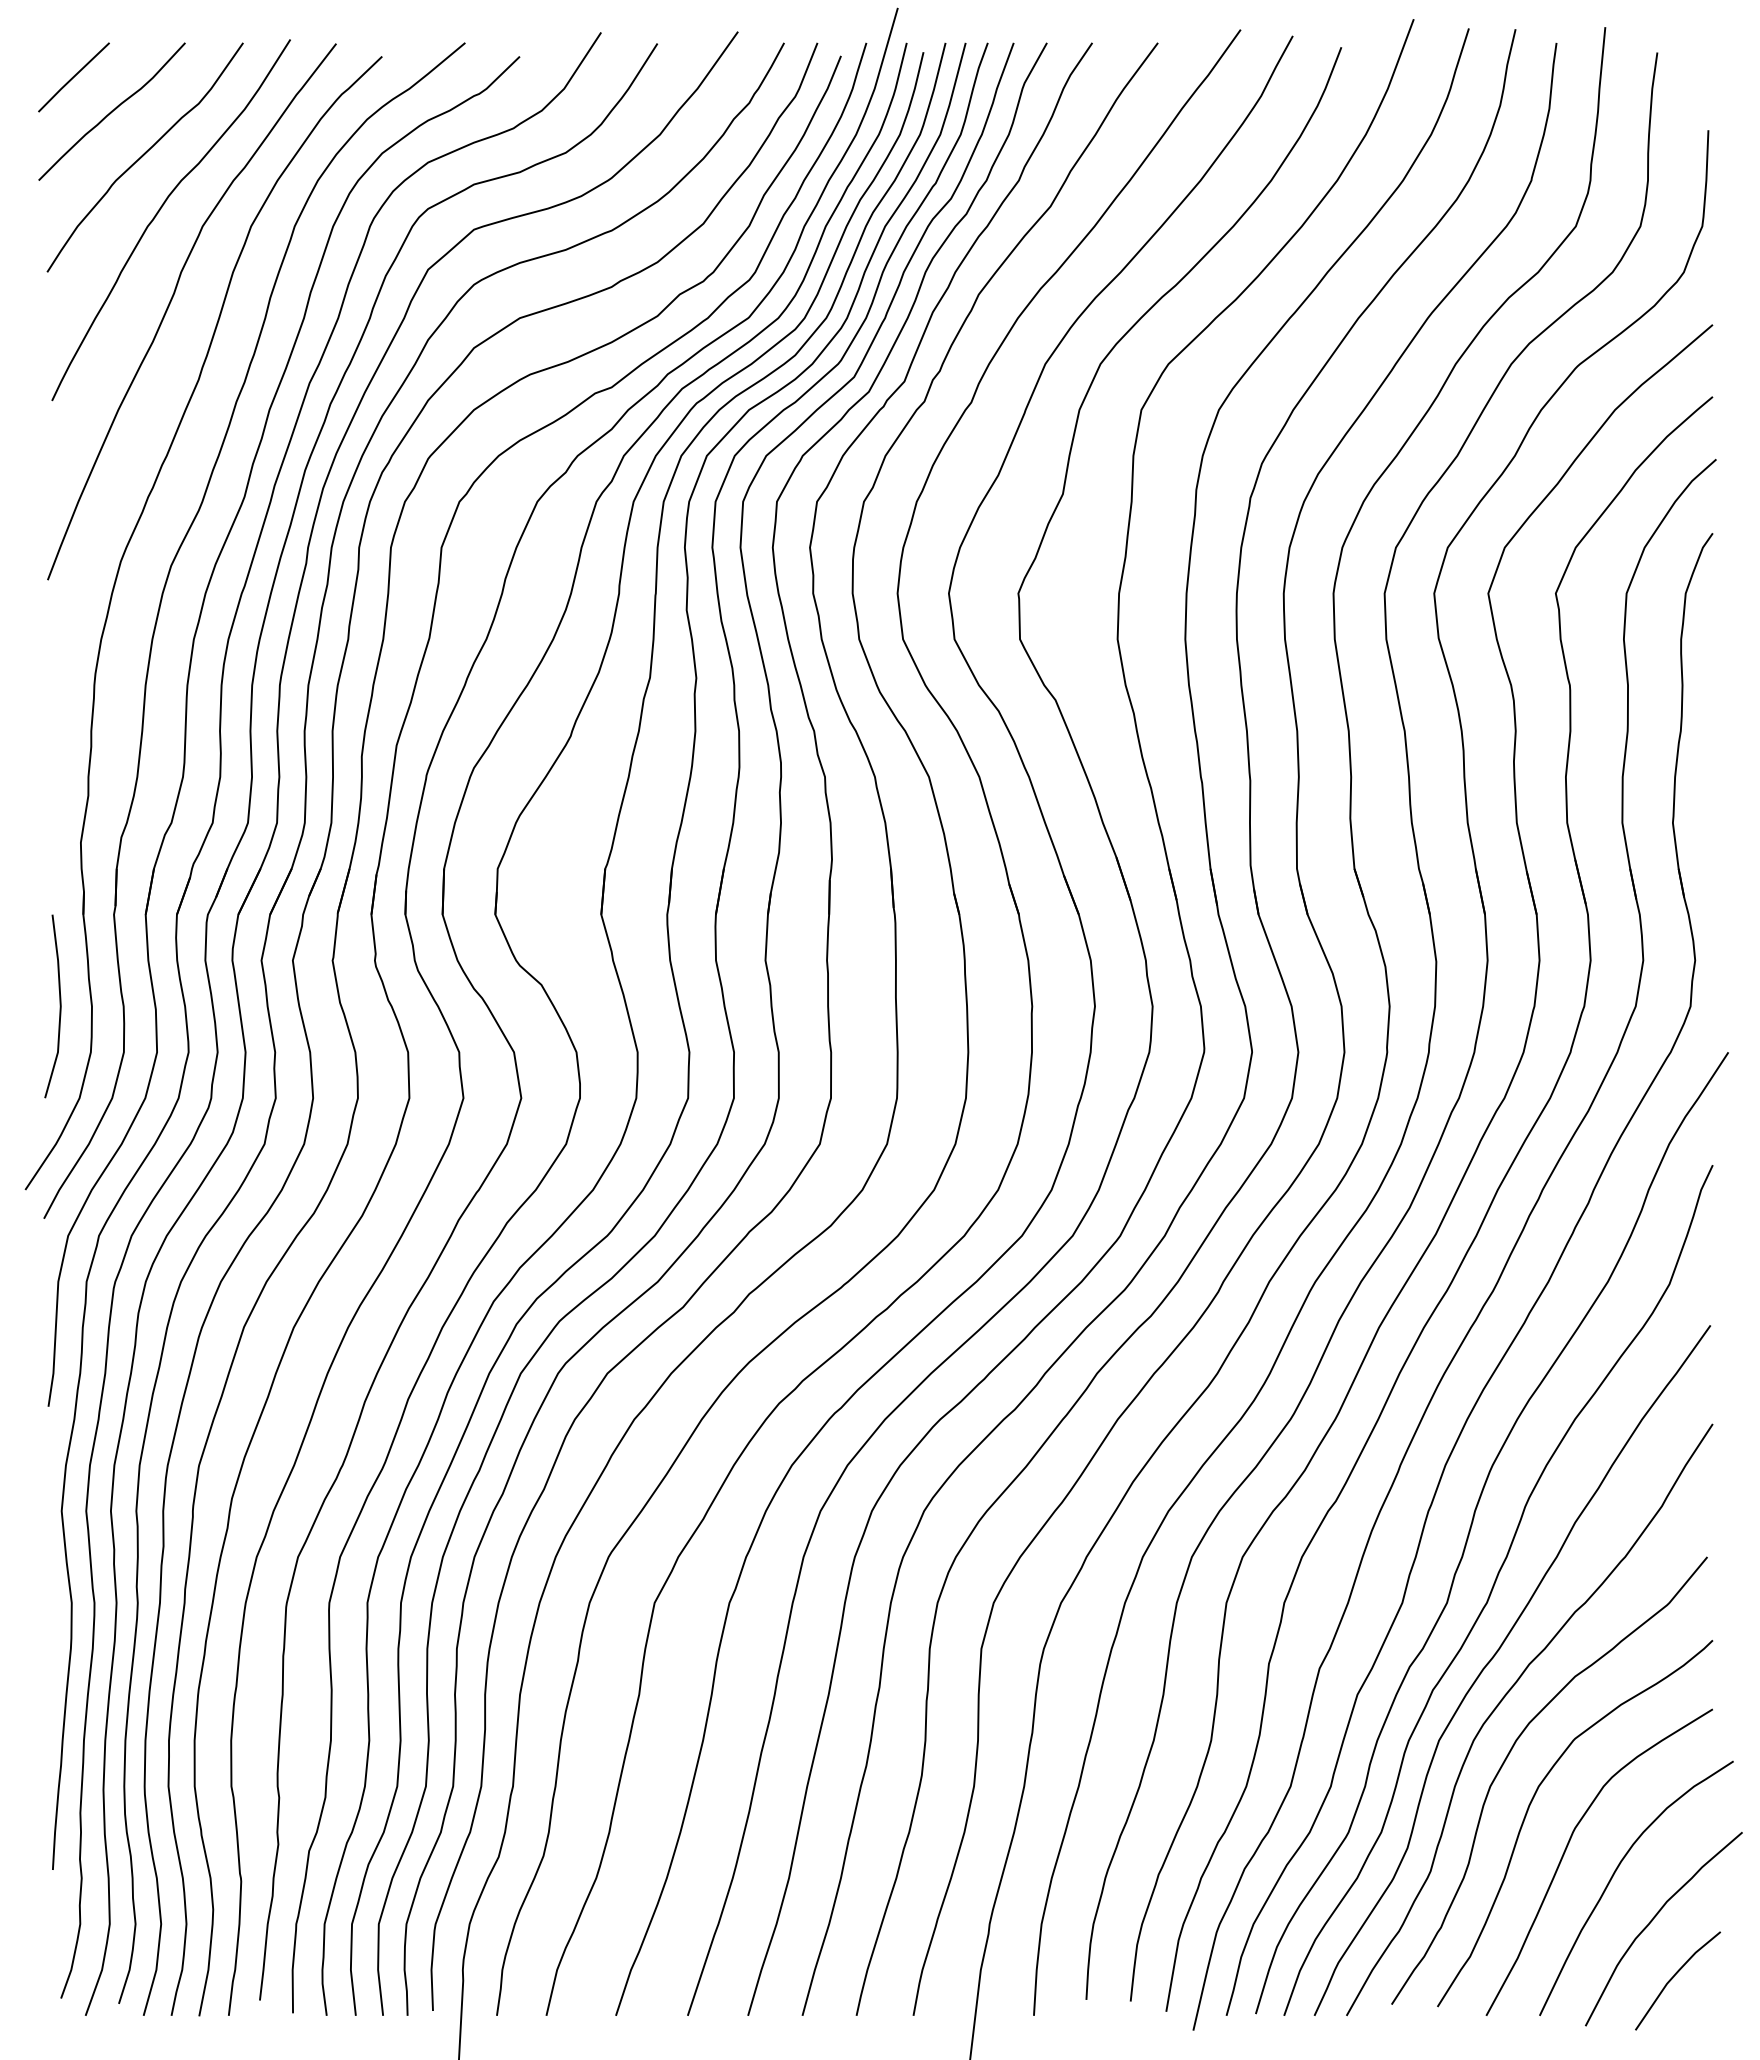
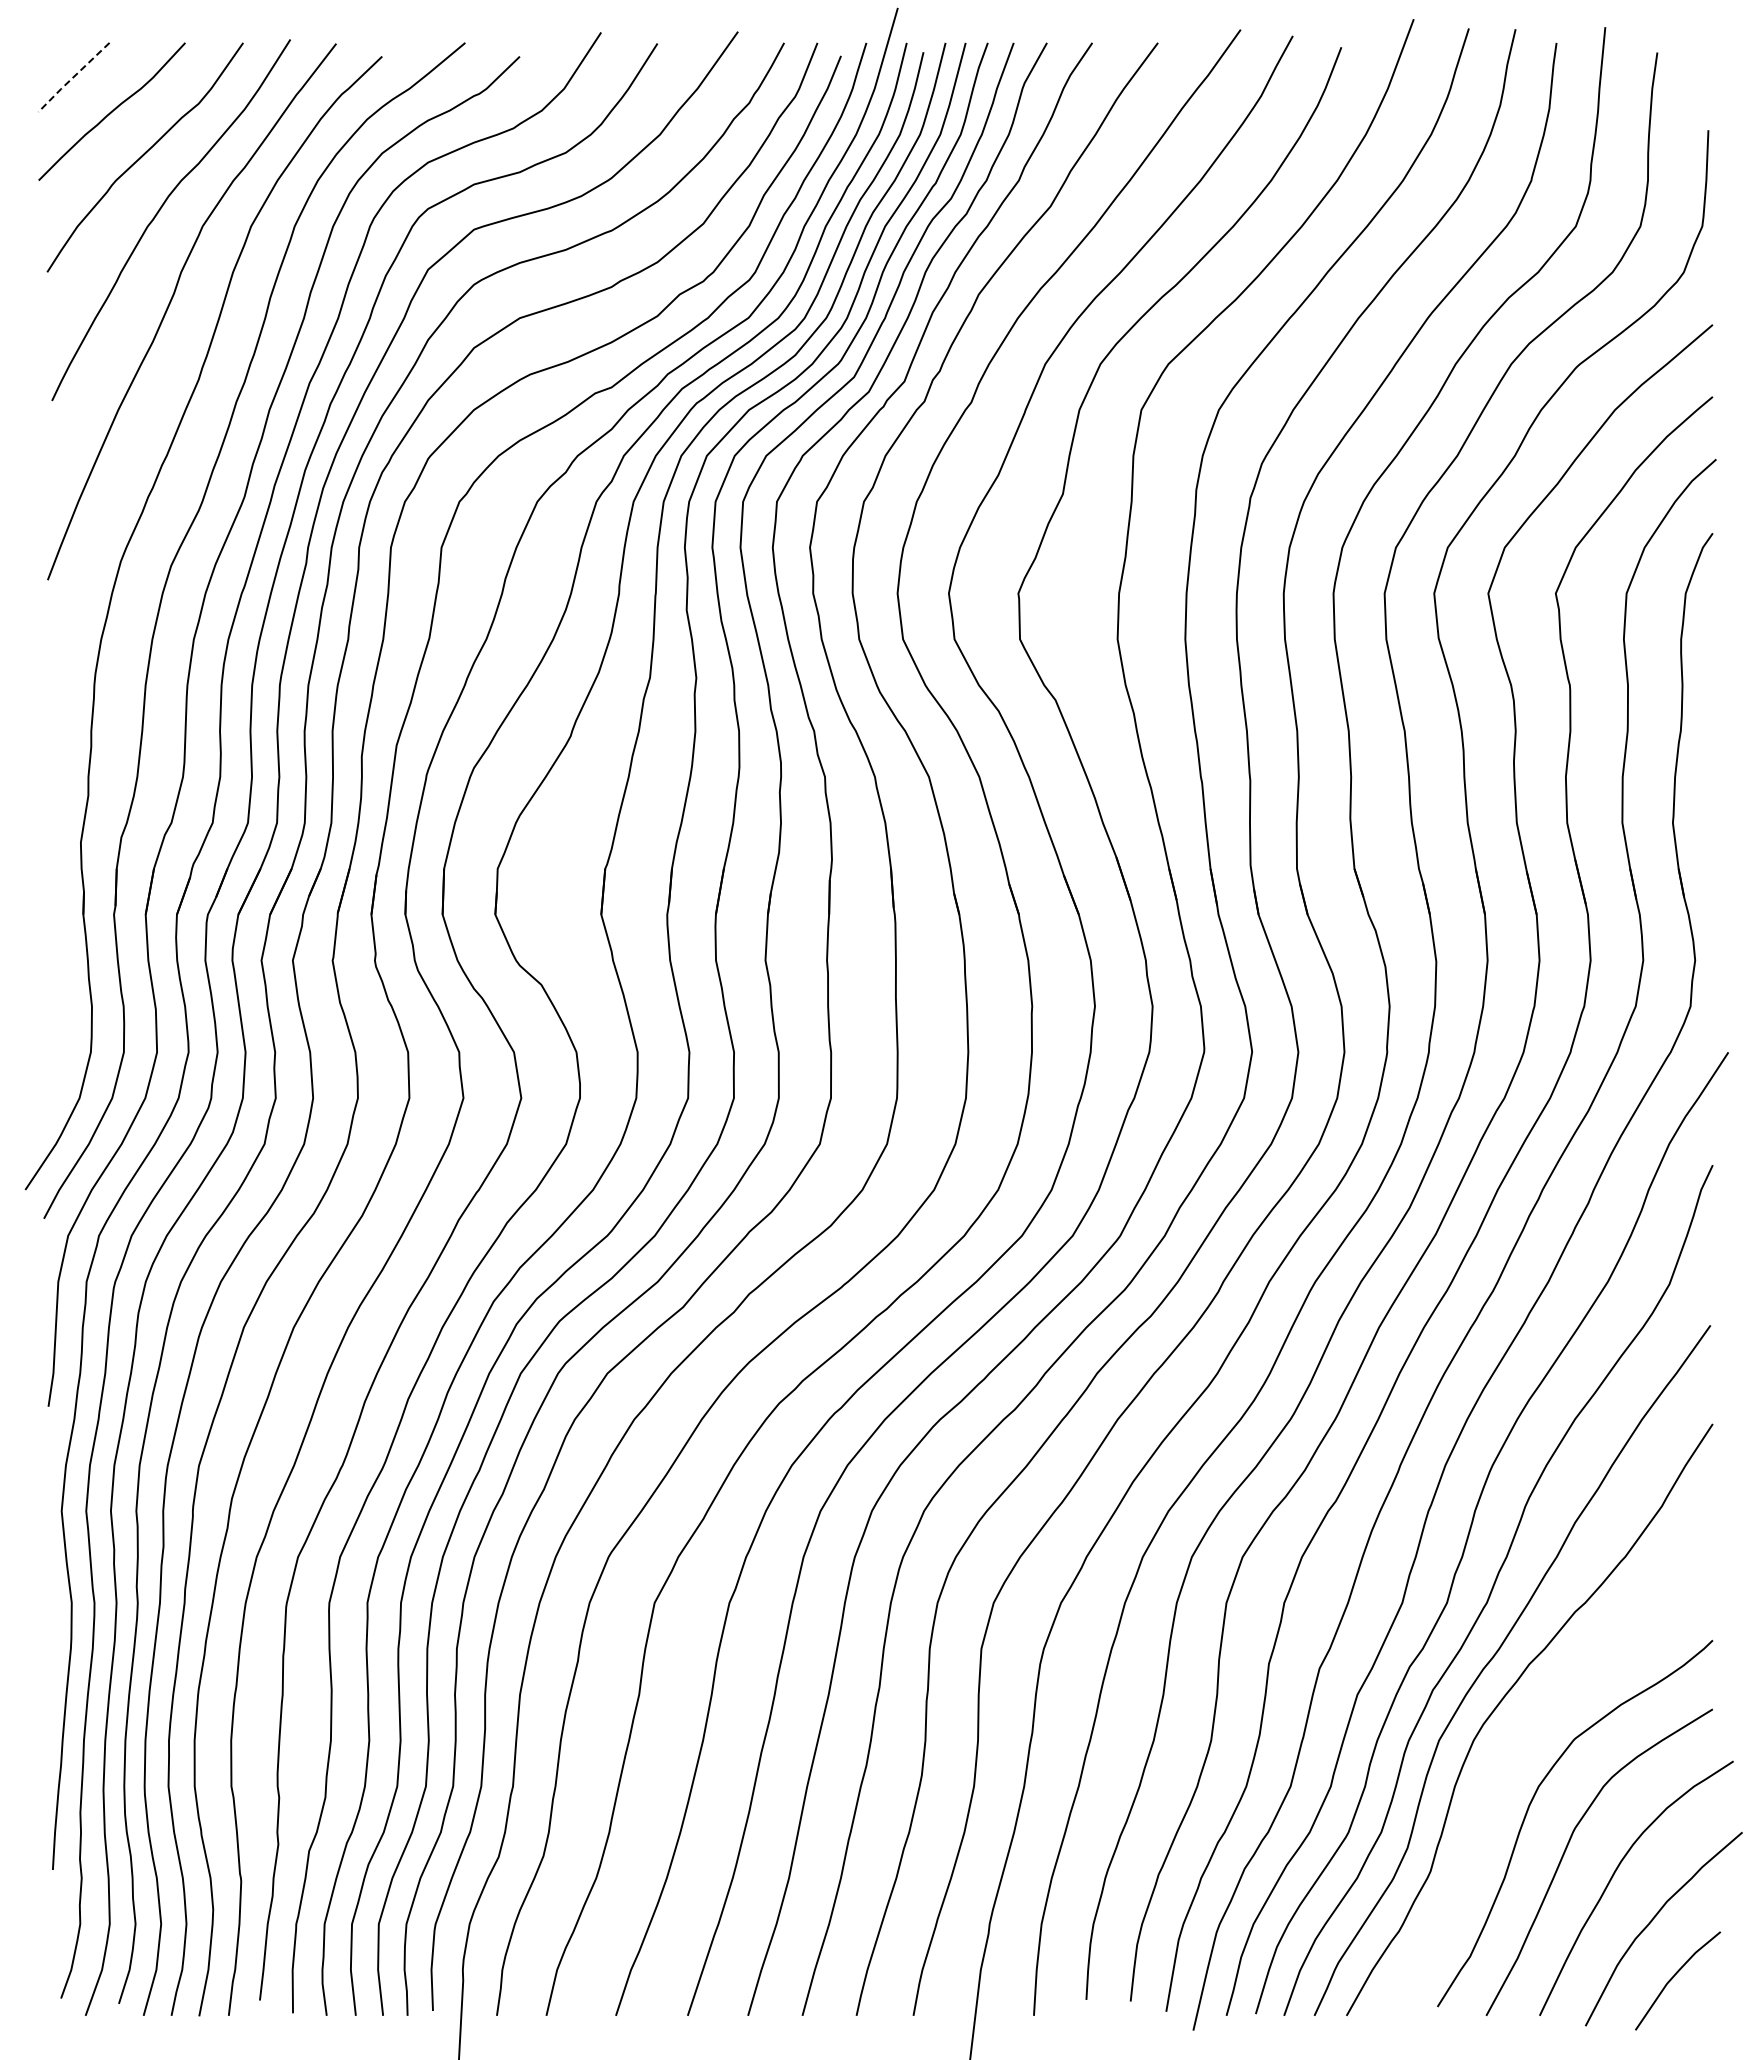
line at (72, 78): solid -> dashed
line at (59, 1006): present -> none
curve at (1507, 1758): present -> none
